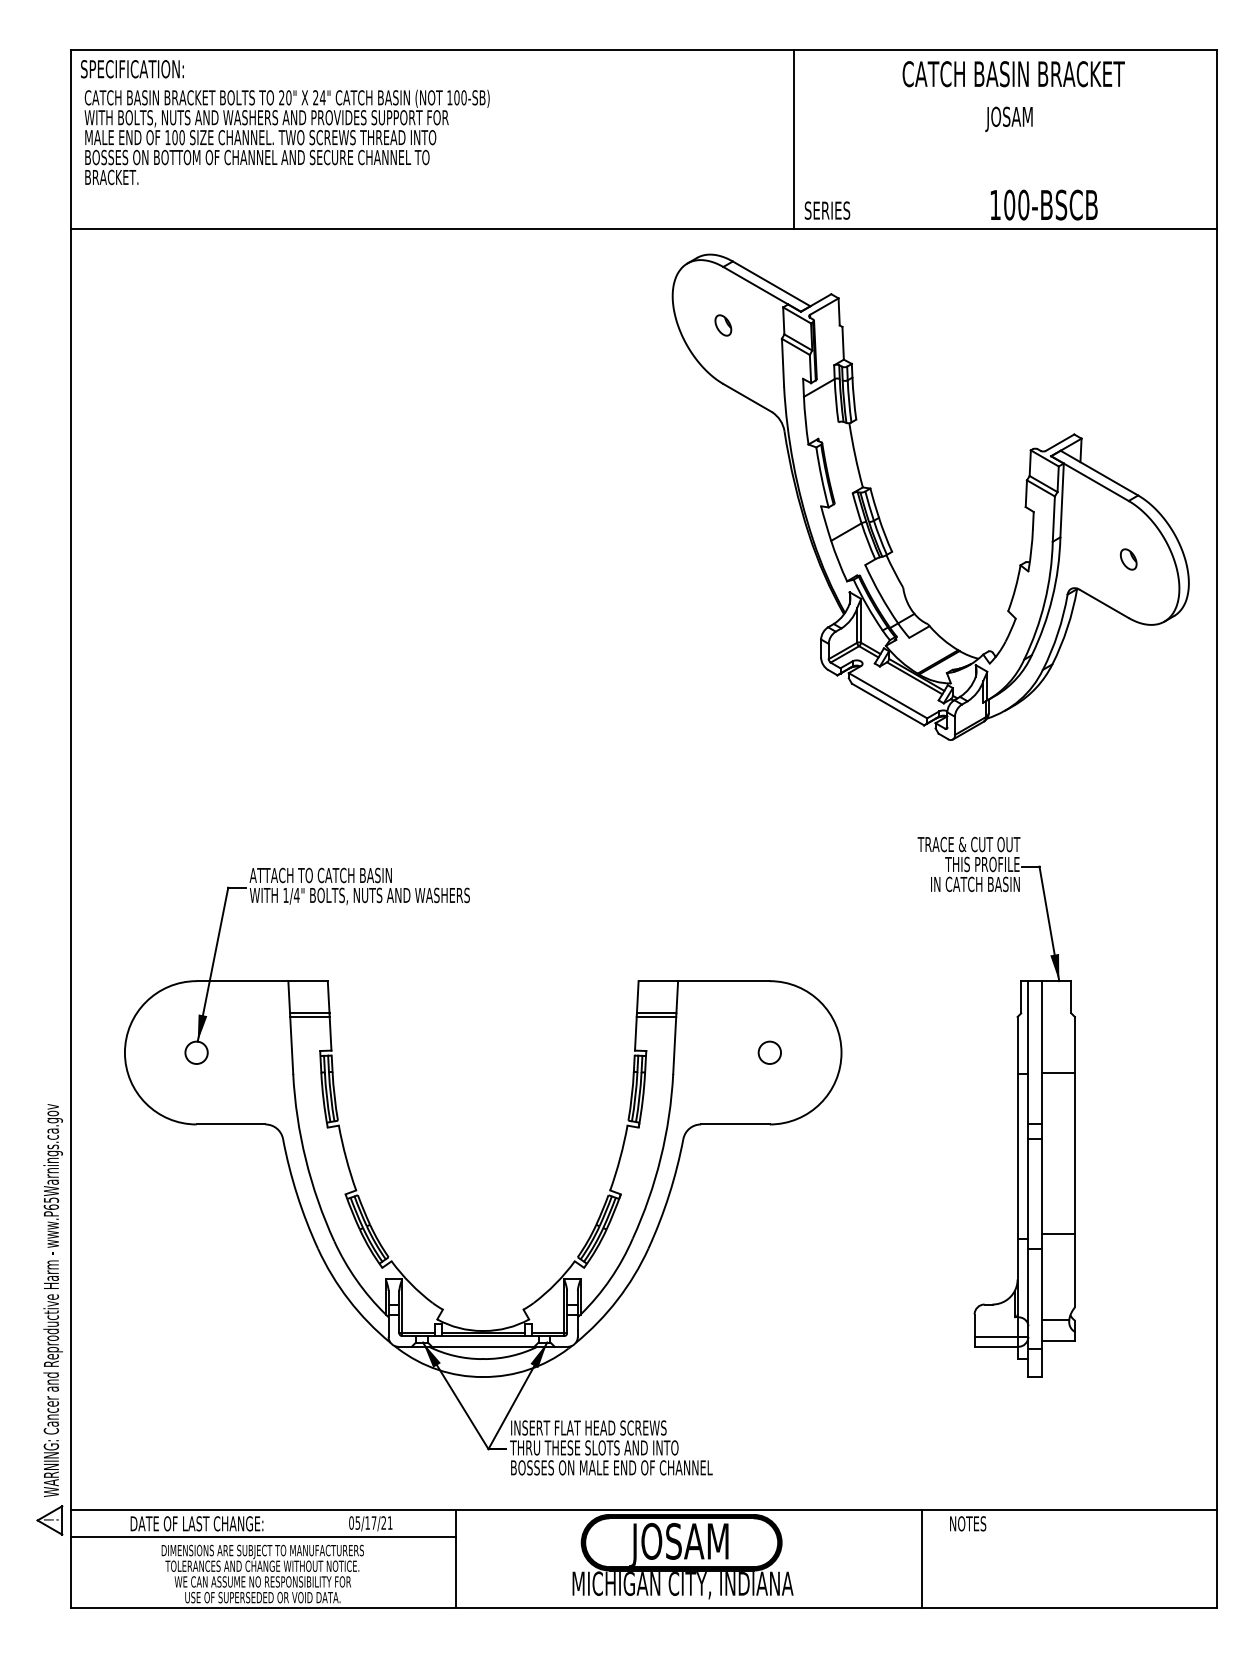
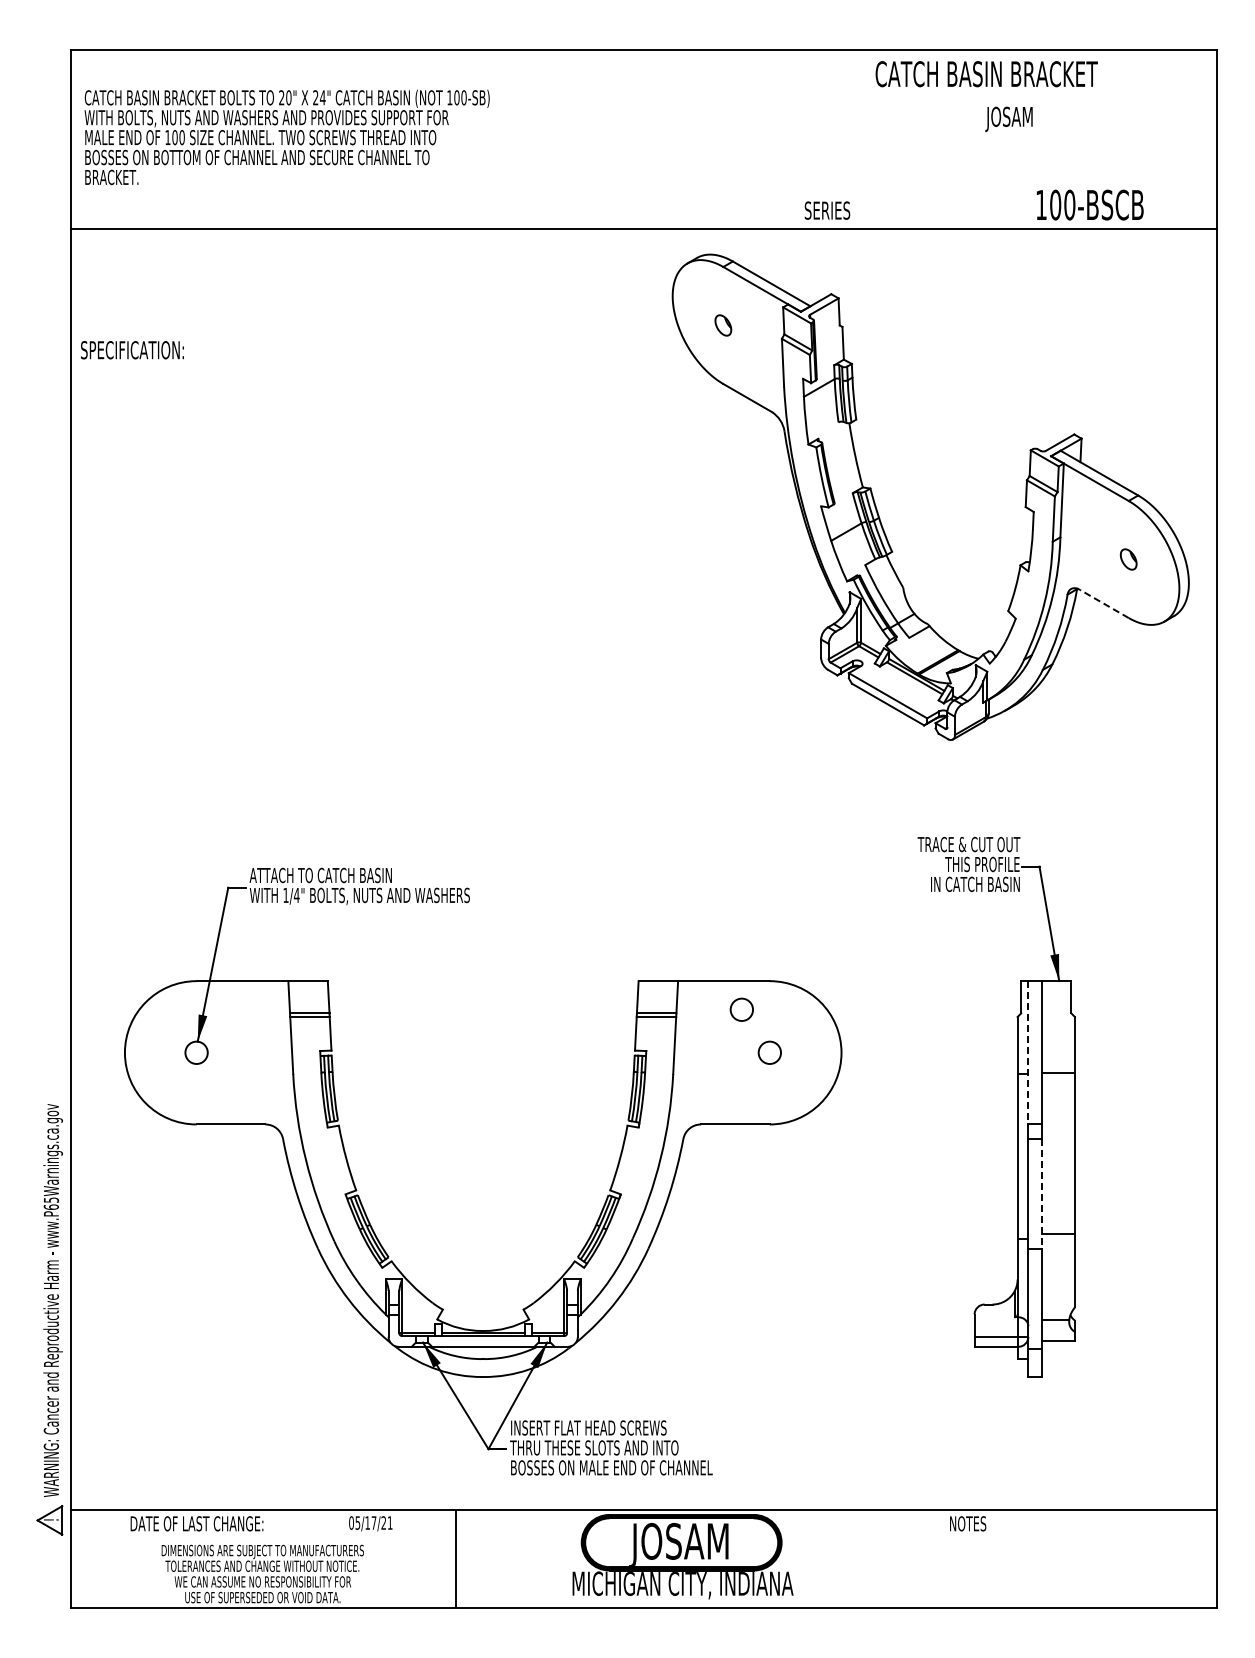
text at (132, 69) position: (132, 69) -> (132, 350)
text at (1013, 74) position: (1013, 74) -> (986, 74)
line at (794, 138): present -> none
text at (1043, 204) position: (1043, 204) -> (1089, 204)
line at (1103, 603): solid -> dashed
circle at (741, 1009): none -> present
line at (1028, 1052): solid -> dashed
line at (1041, 1193): solid -> dashed
line at (263, 1536): present -> none
line at (921, 1558): present -> none
